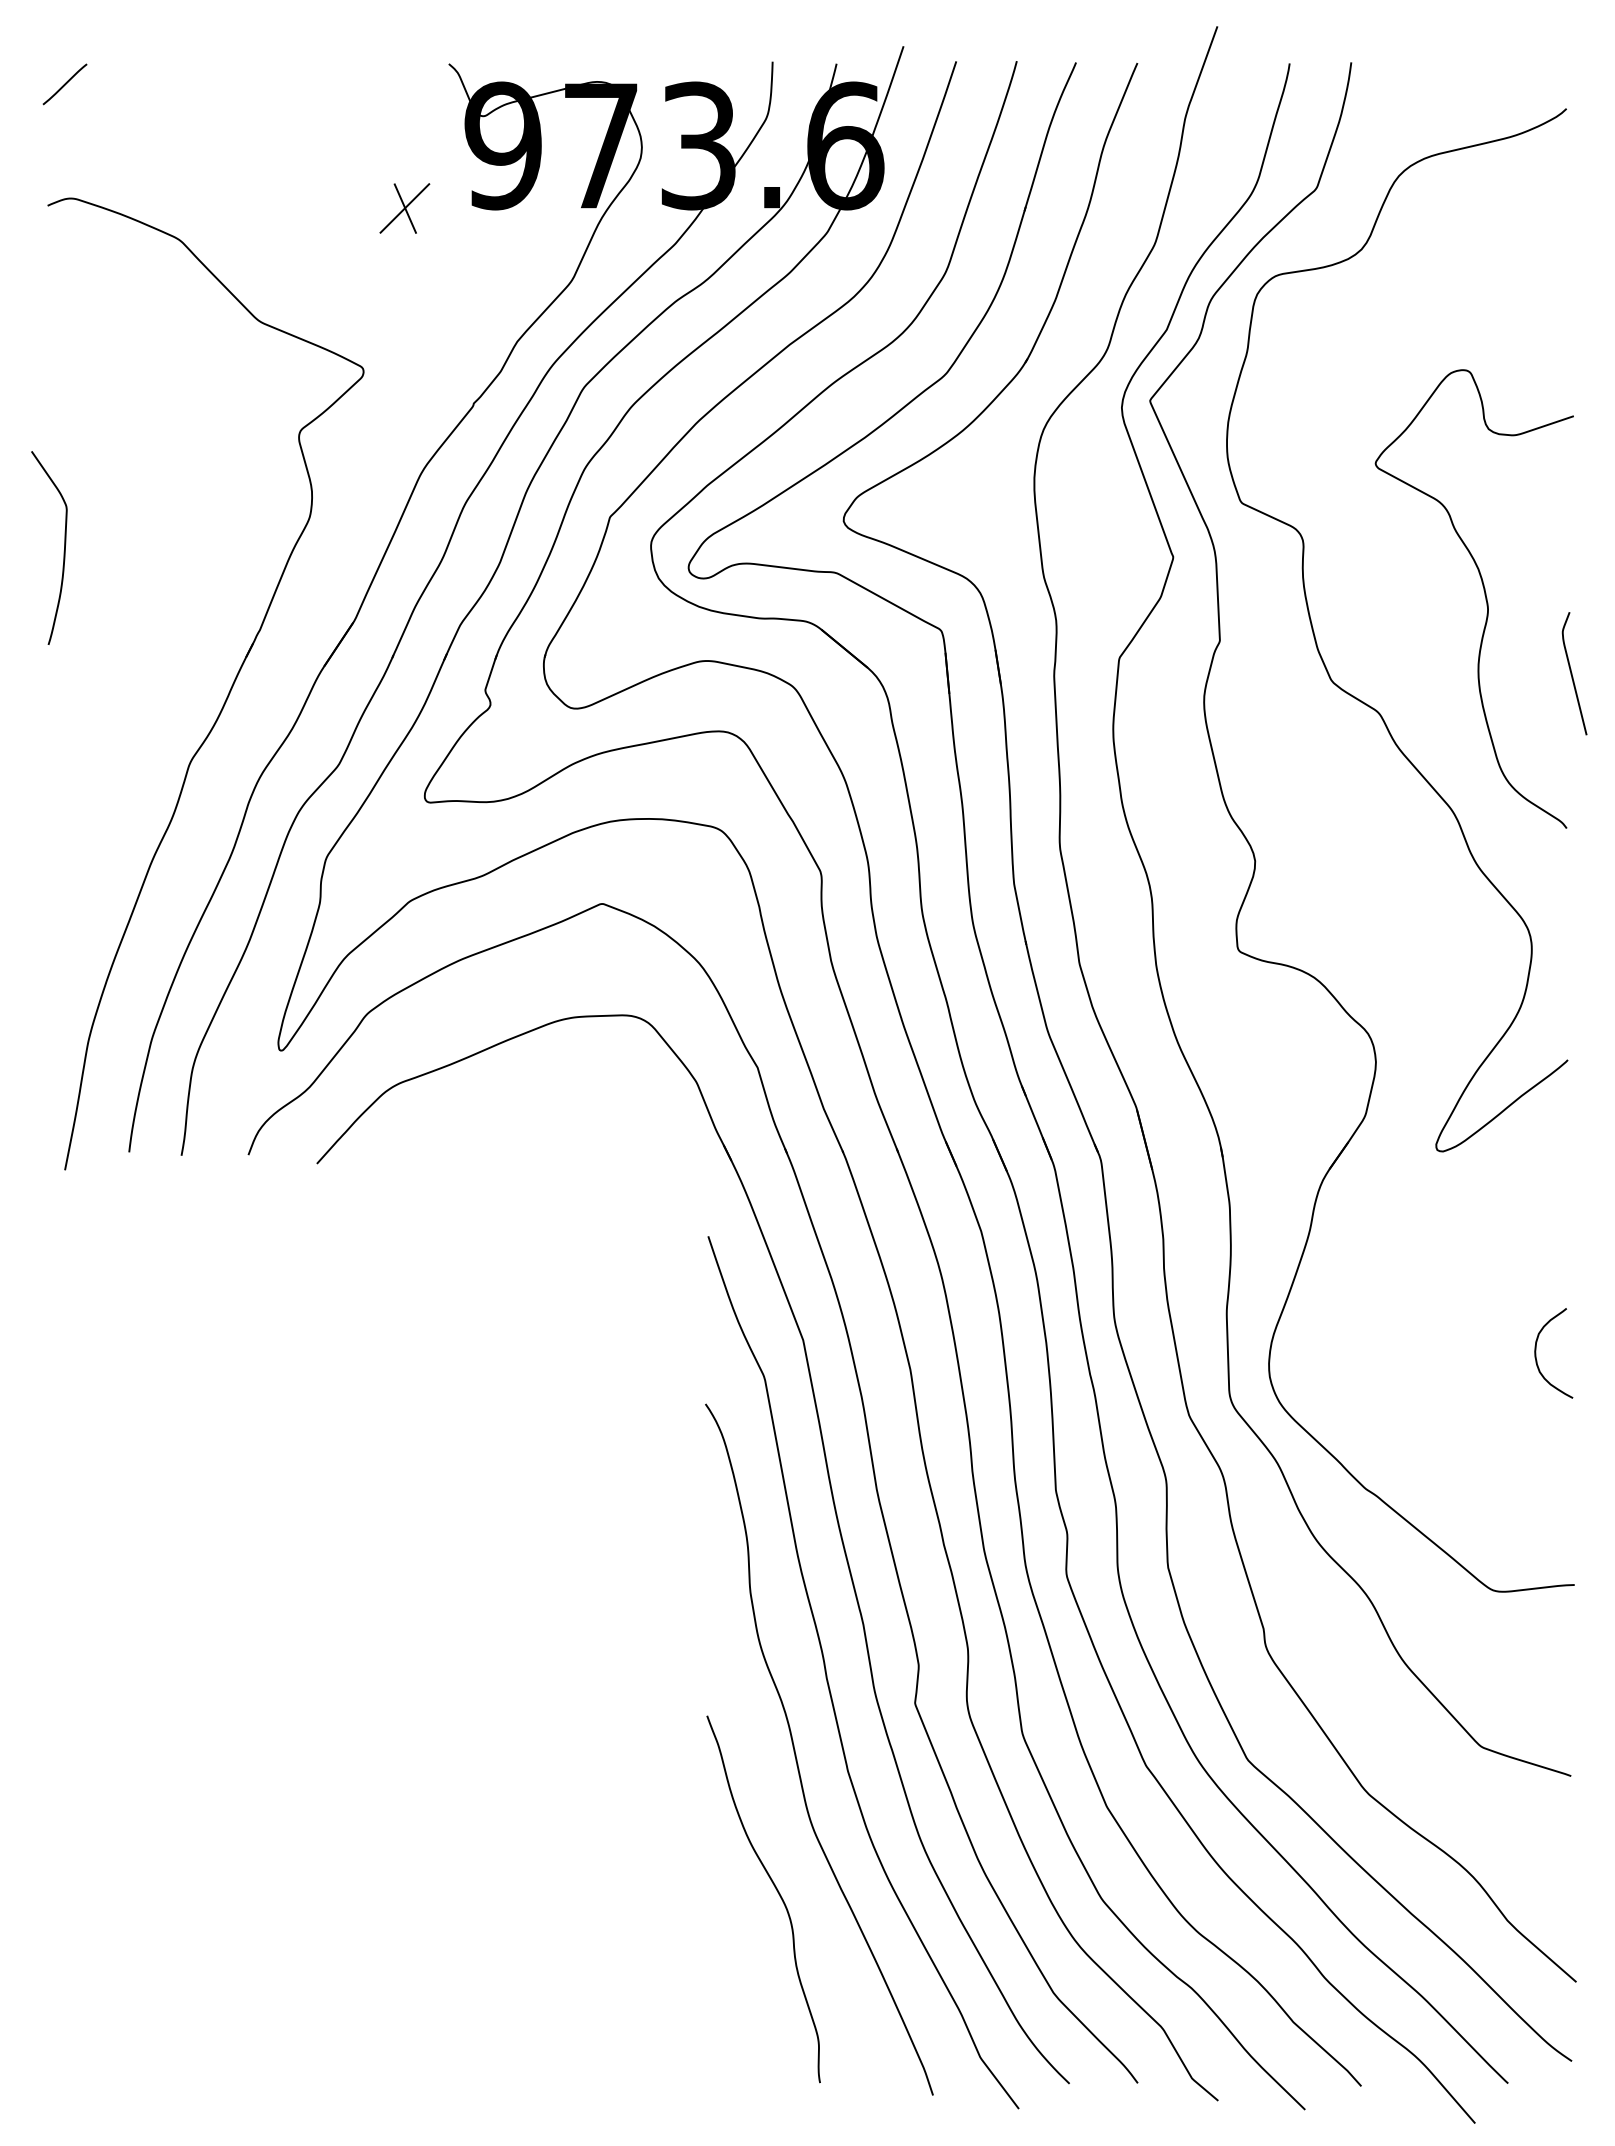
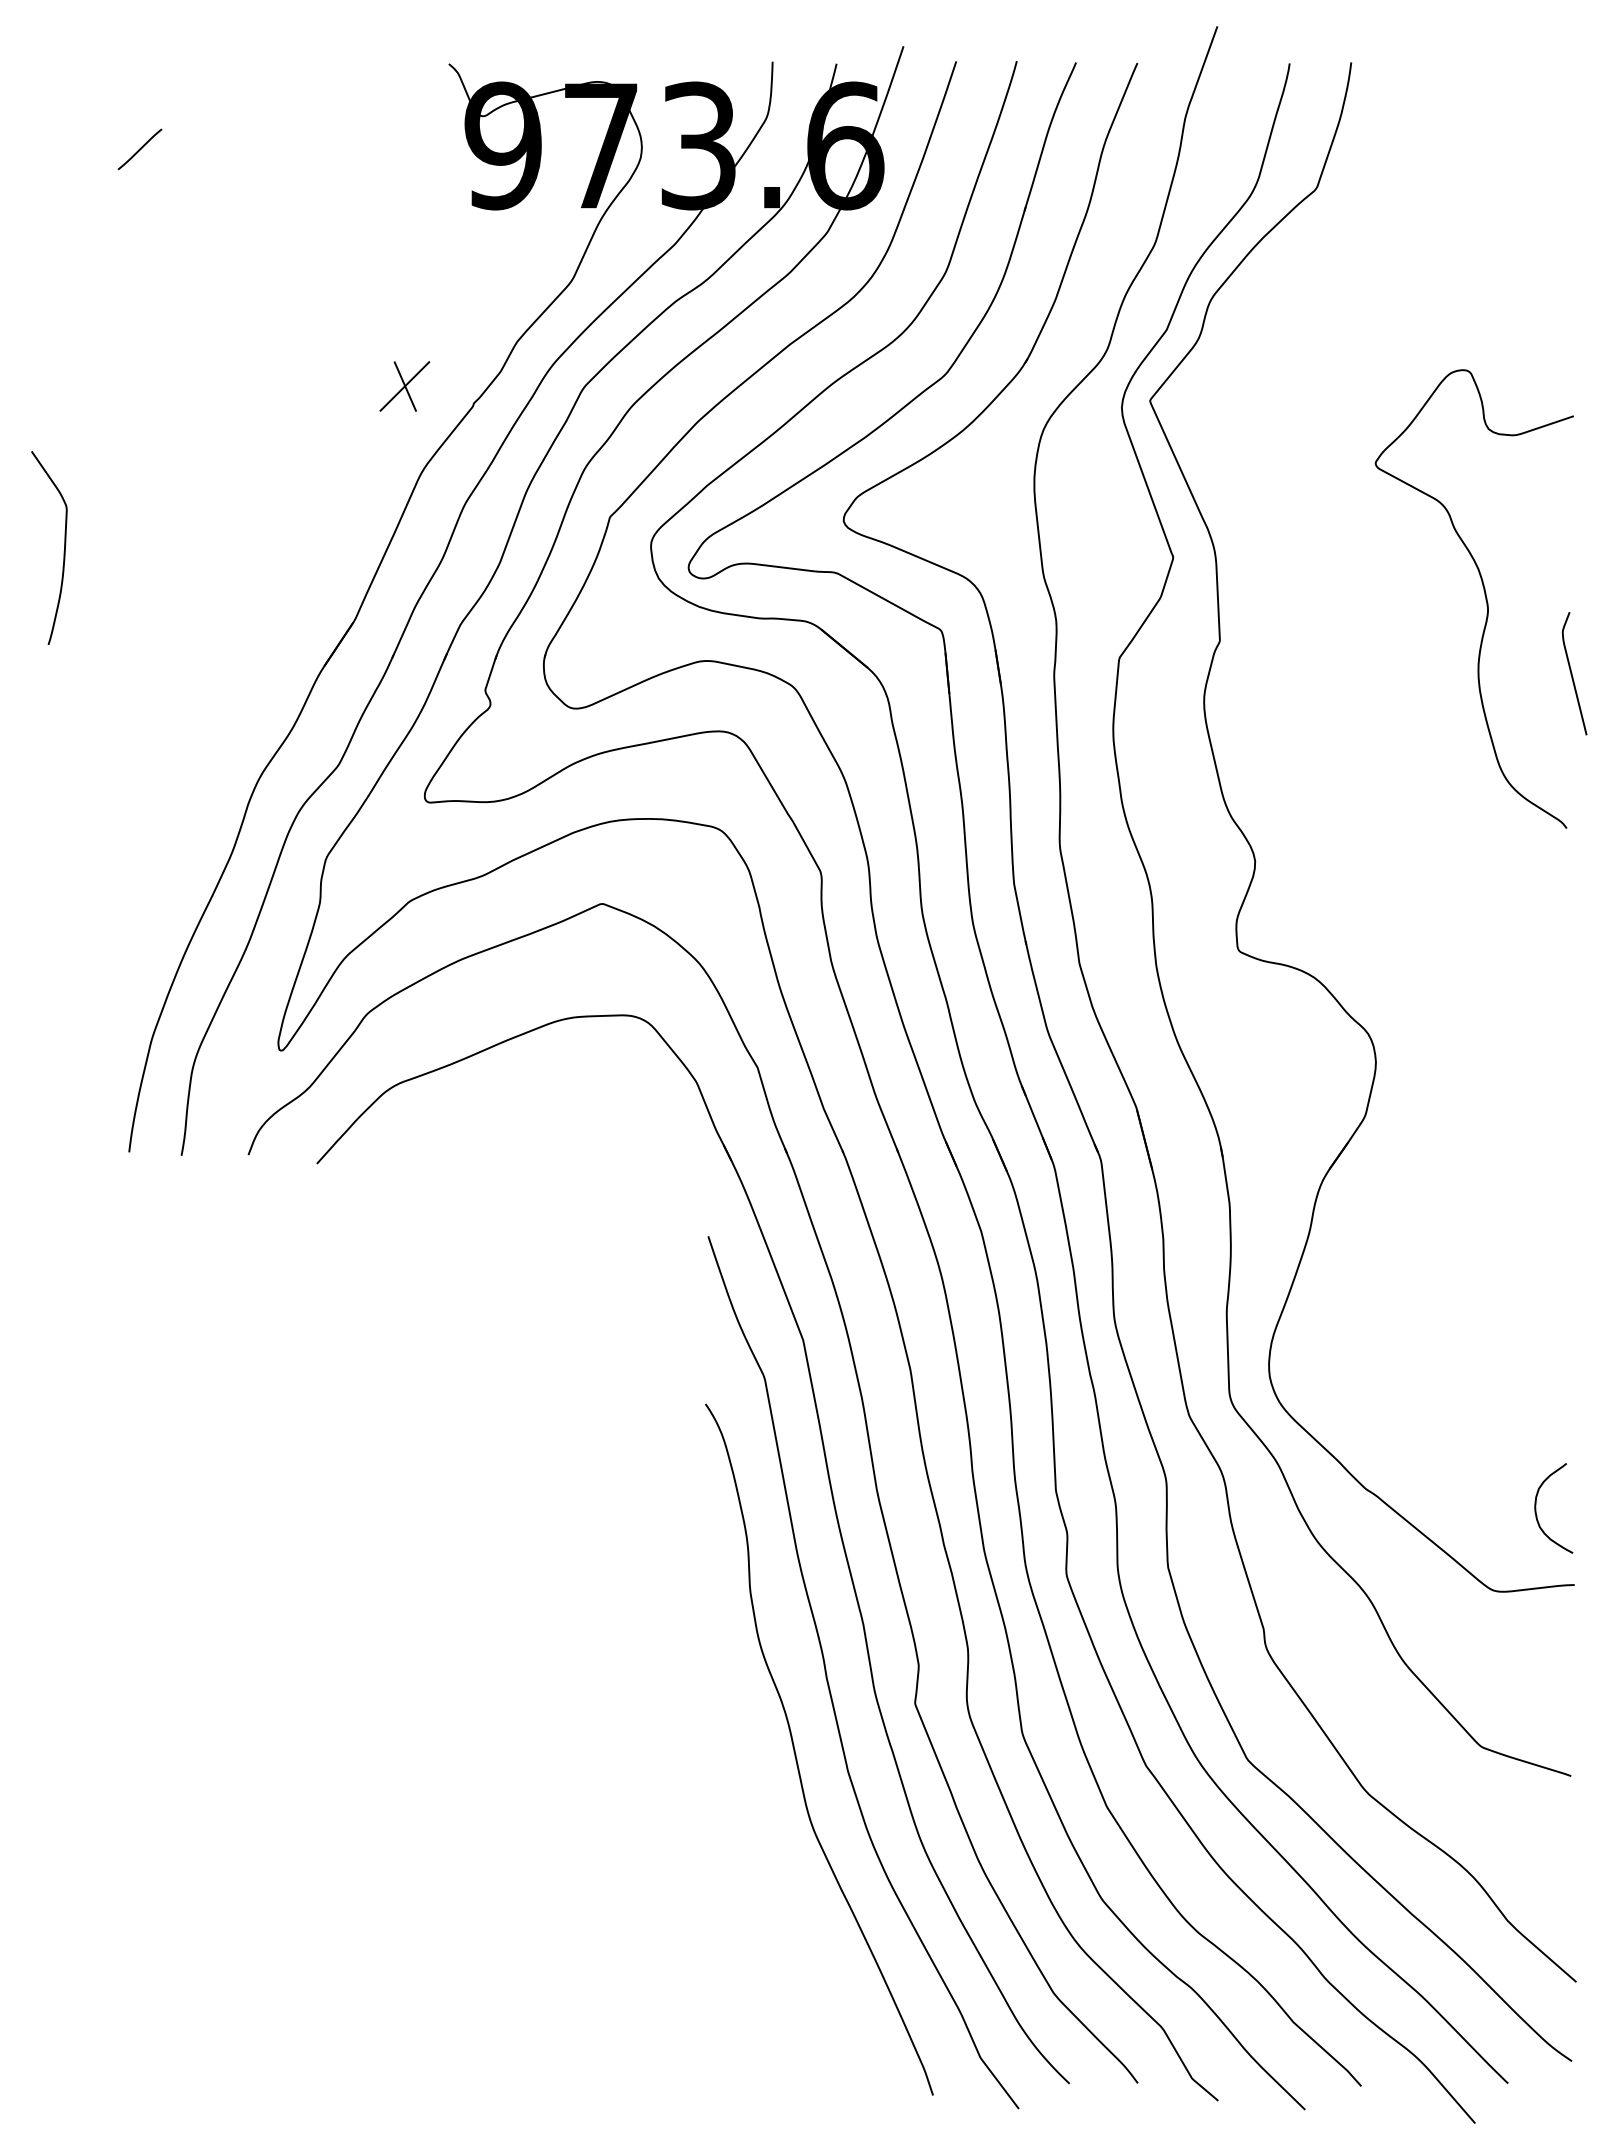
line at (64, 84) position: (64, 84) -> (139, 149)
part at (404, 208) position: (404, 208) -> (404, 386)
part at (227, 694): present -> none
curve at (1355, 696): present -> none
curve at (1536, 1353) position: (1536, 1353) -> (1536, 1508)
curve at (775, 1889): present -> none
